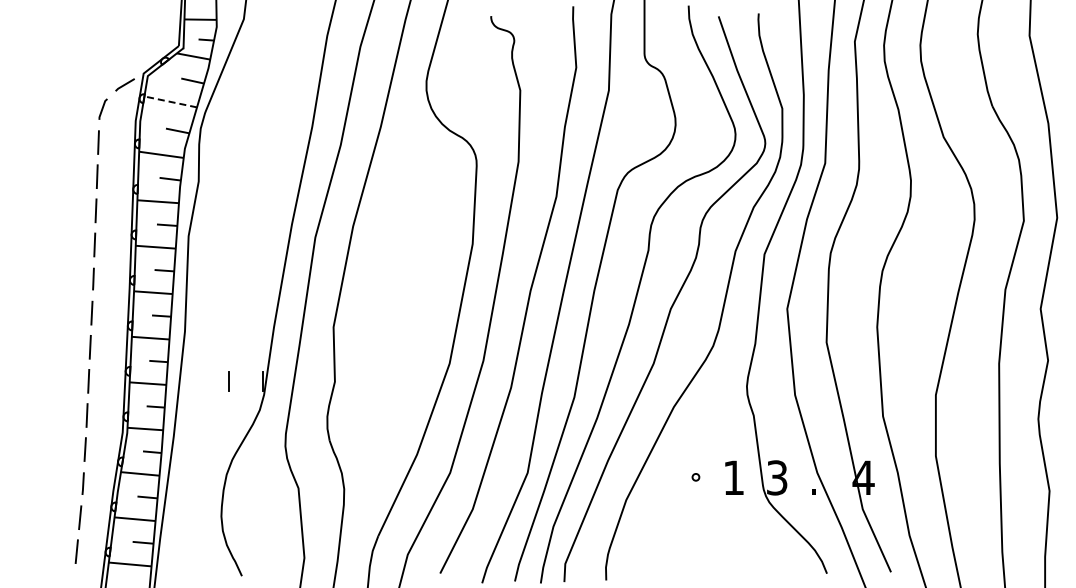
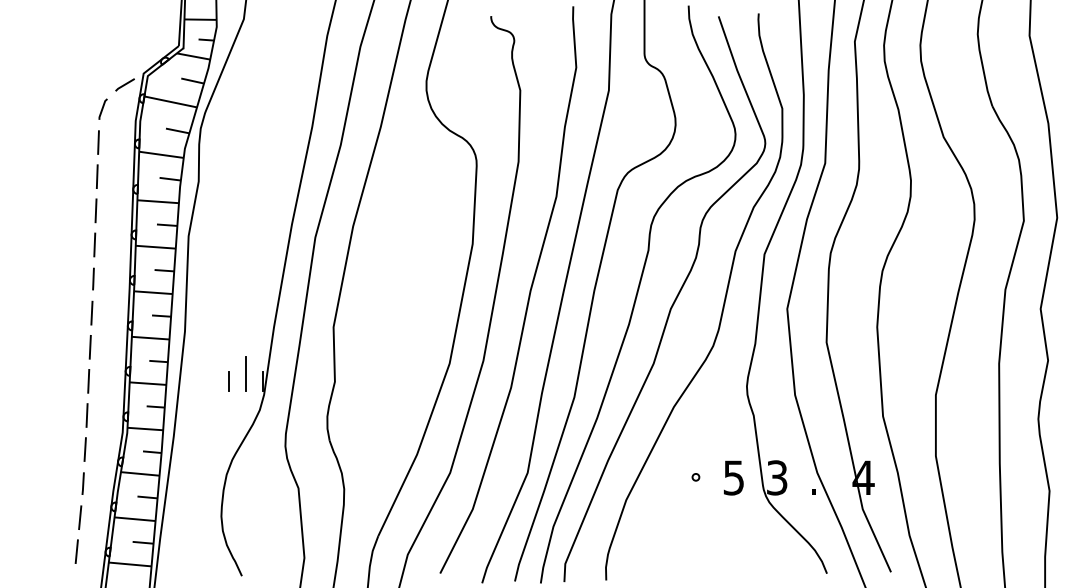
line at (170, 101): dashed -> solid
line at (245, 374): none -> present
text at (733, 477): 1 -> 5
